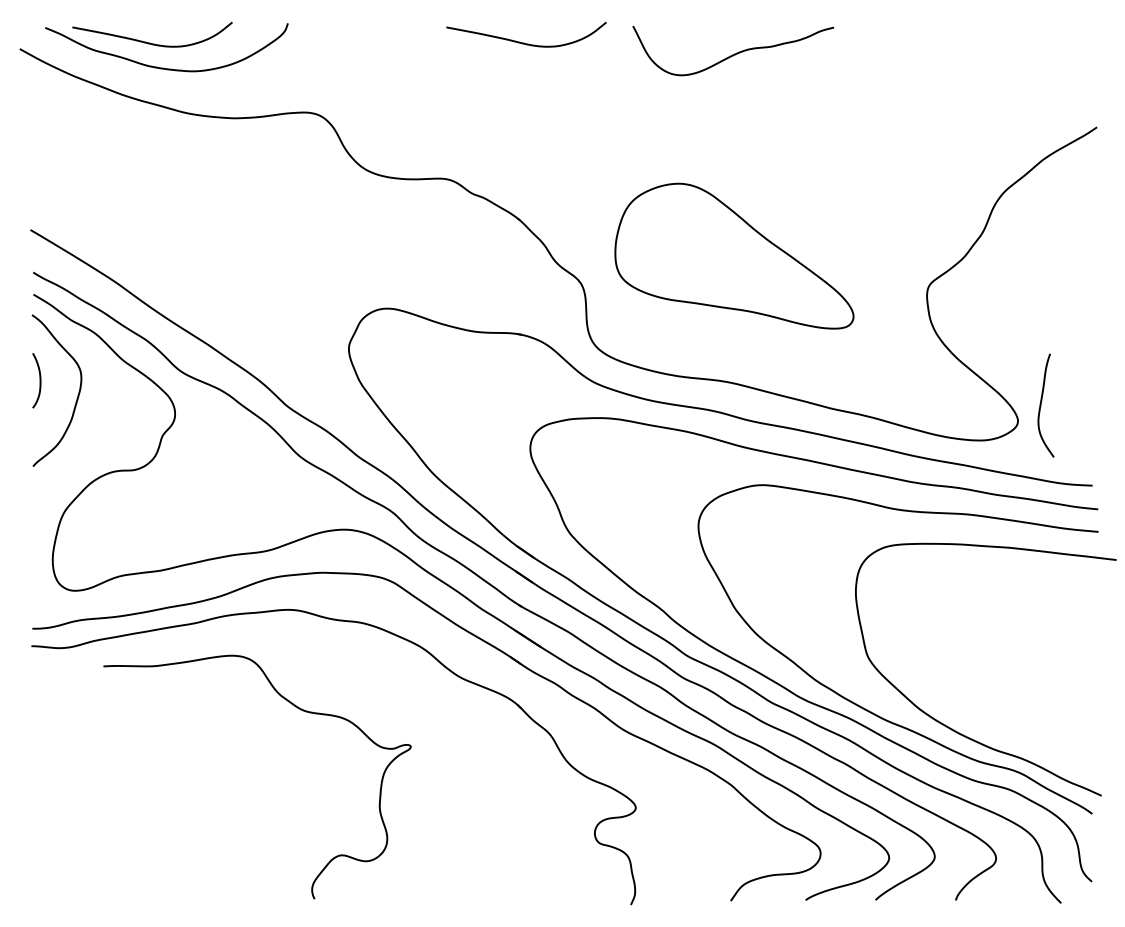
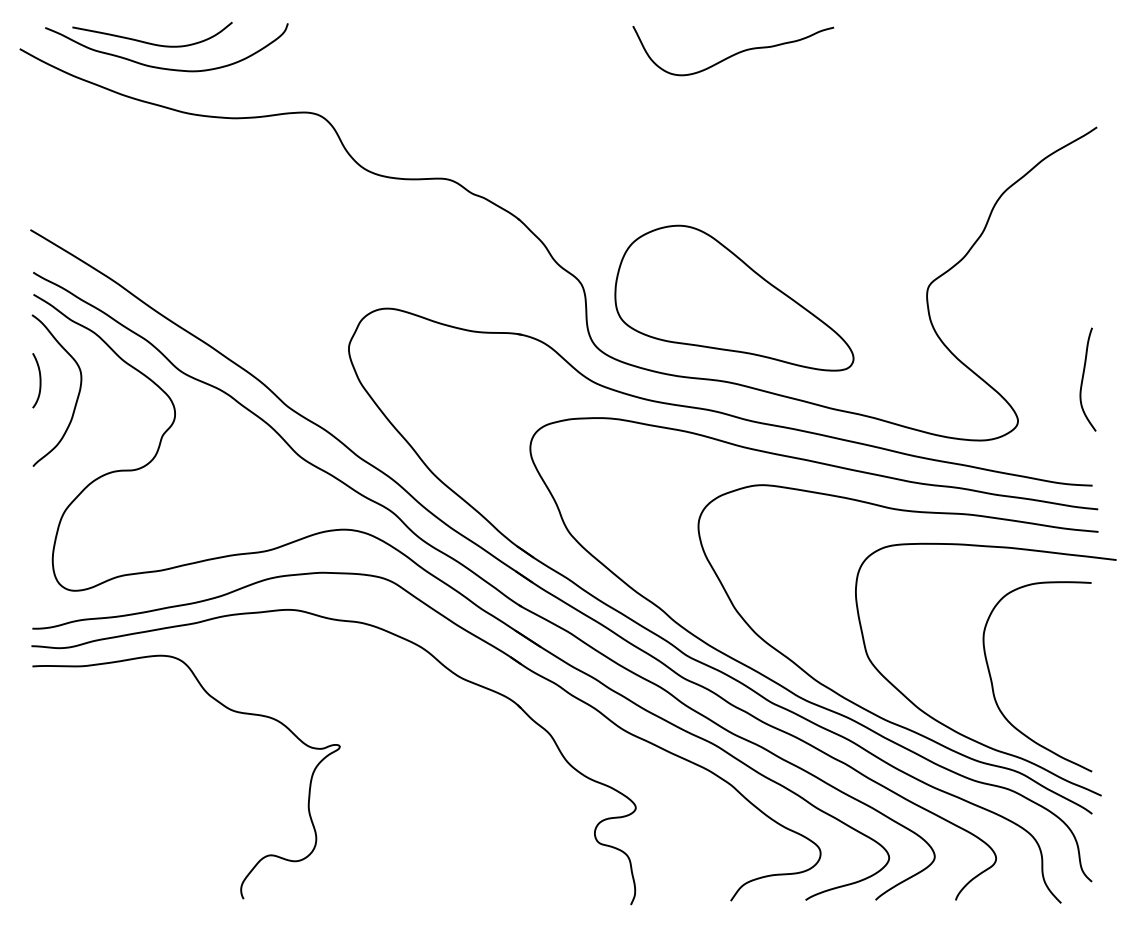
curve at (524, 42): present -> none
part at (734, 255) position: (734, 255) -> (734, 297)
curve at (1041, 405) position: (1041, 405) -> (1083, 379)
curve at (993, 685): none -> present
curve at (295, 707) position: (295, 707) -> (224, 707)
